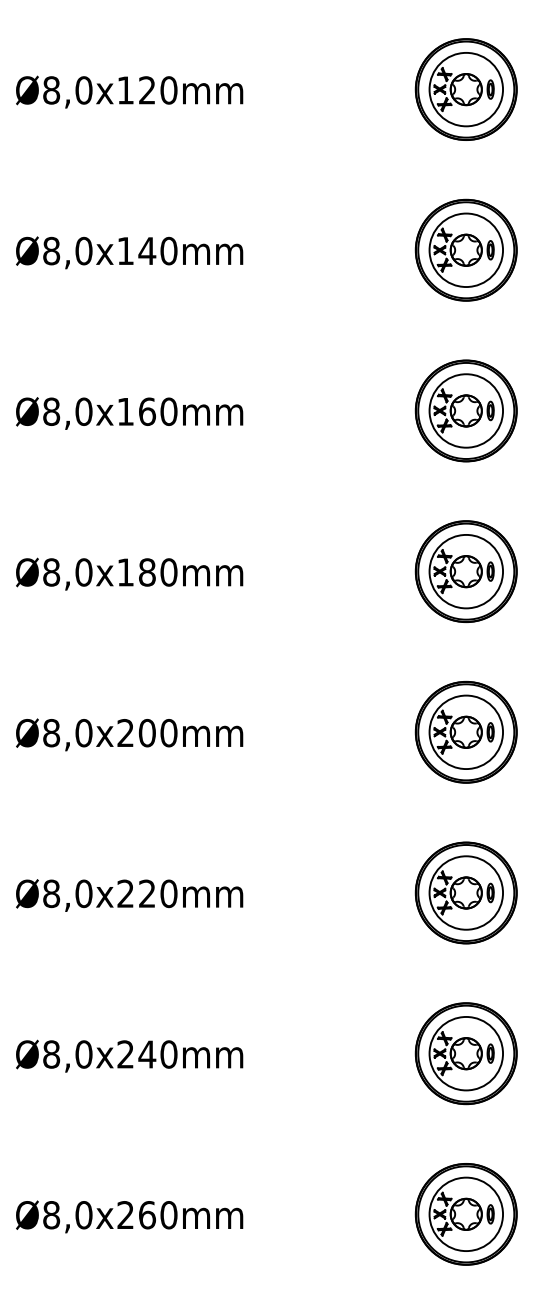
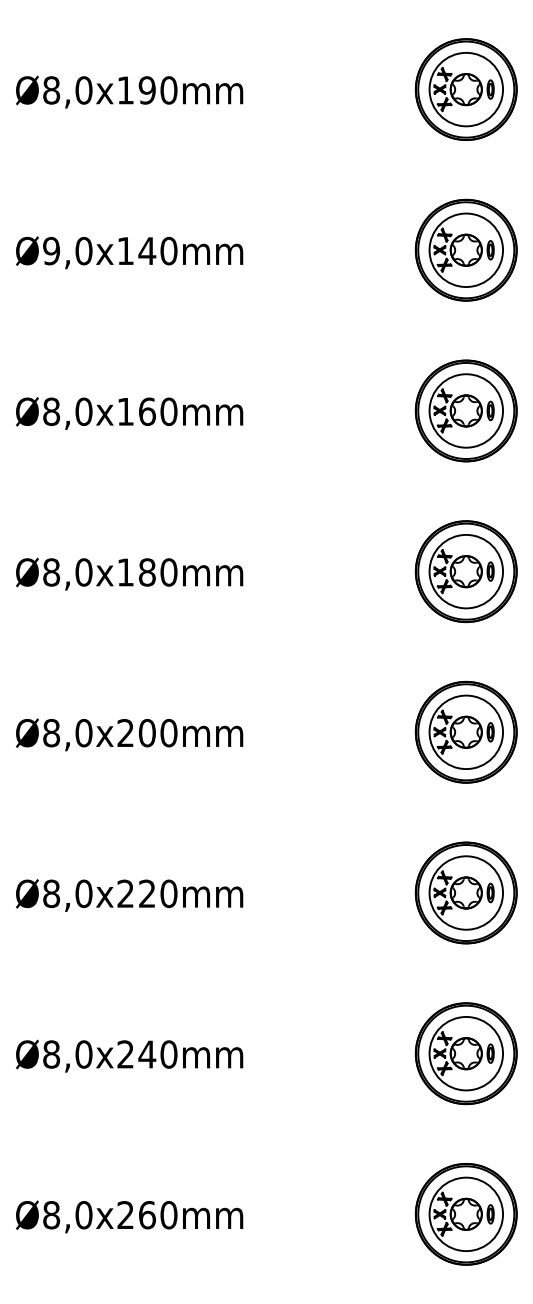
text at (146, 90): Ø8,0x120mm -> Ø8,0x190mm
text at (51, 251): Ø8,0x140mm -> Ø9,0x140mm
